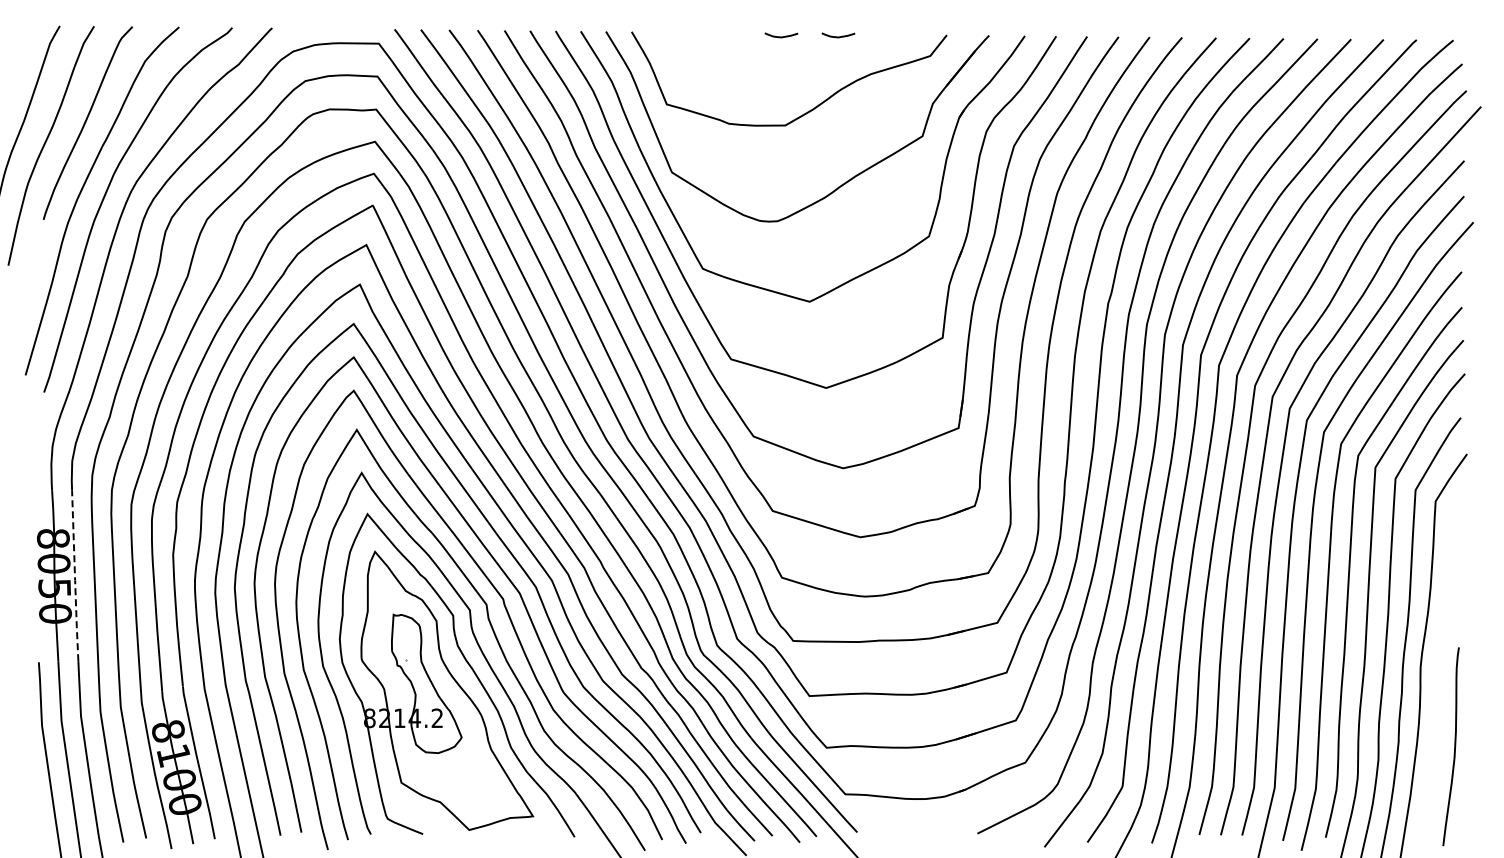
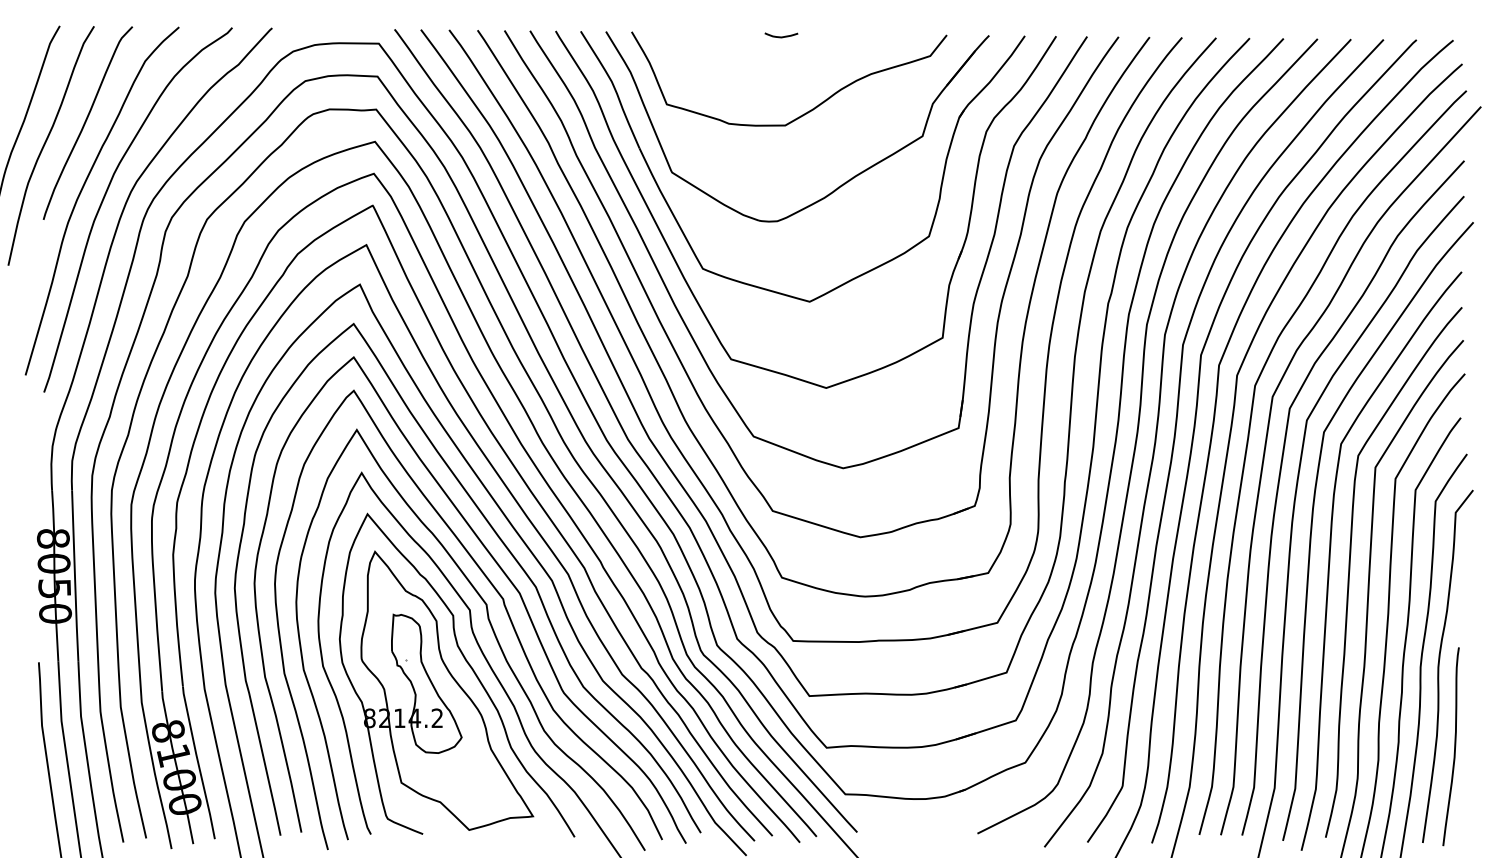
curve at (838, 36): present -> none
line at (75, 576): dashed -> solid
curve at (1439, 665): none -> present
